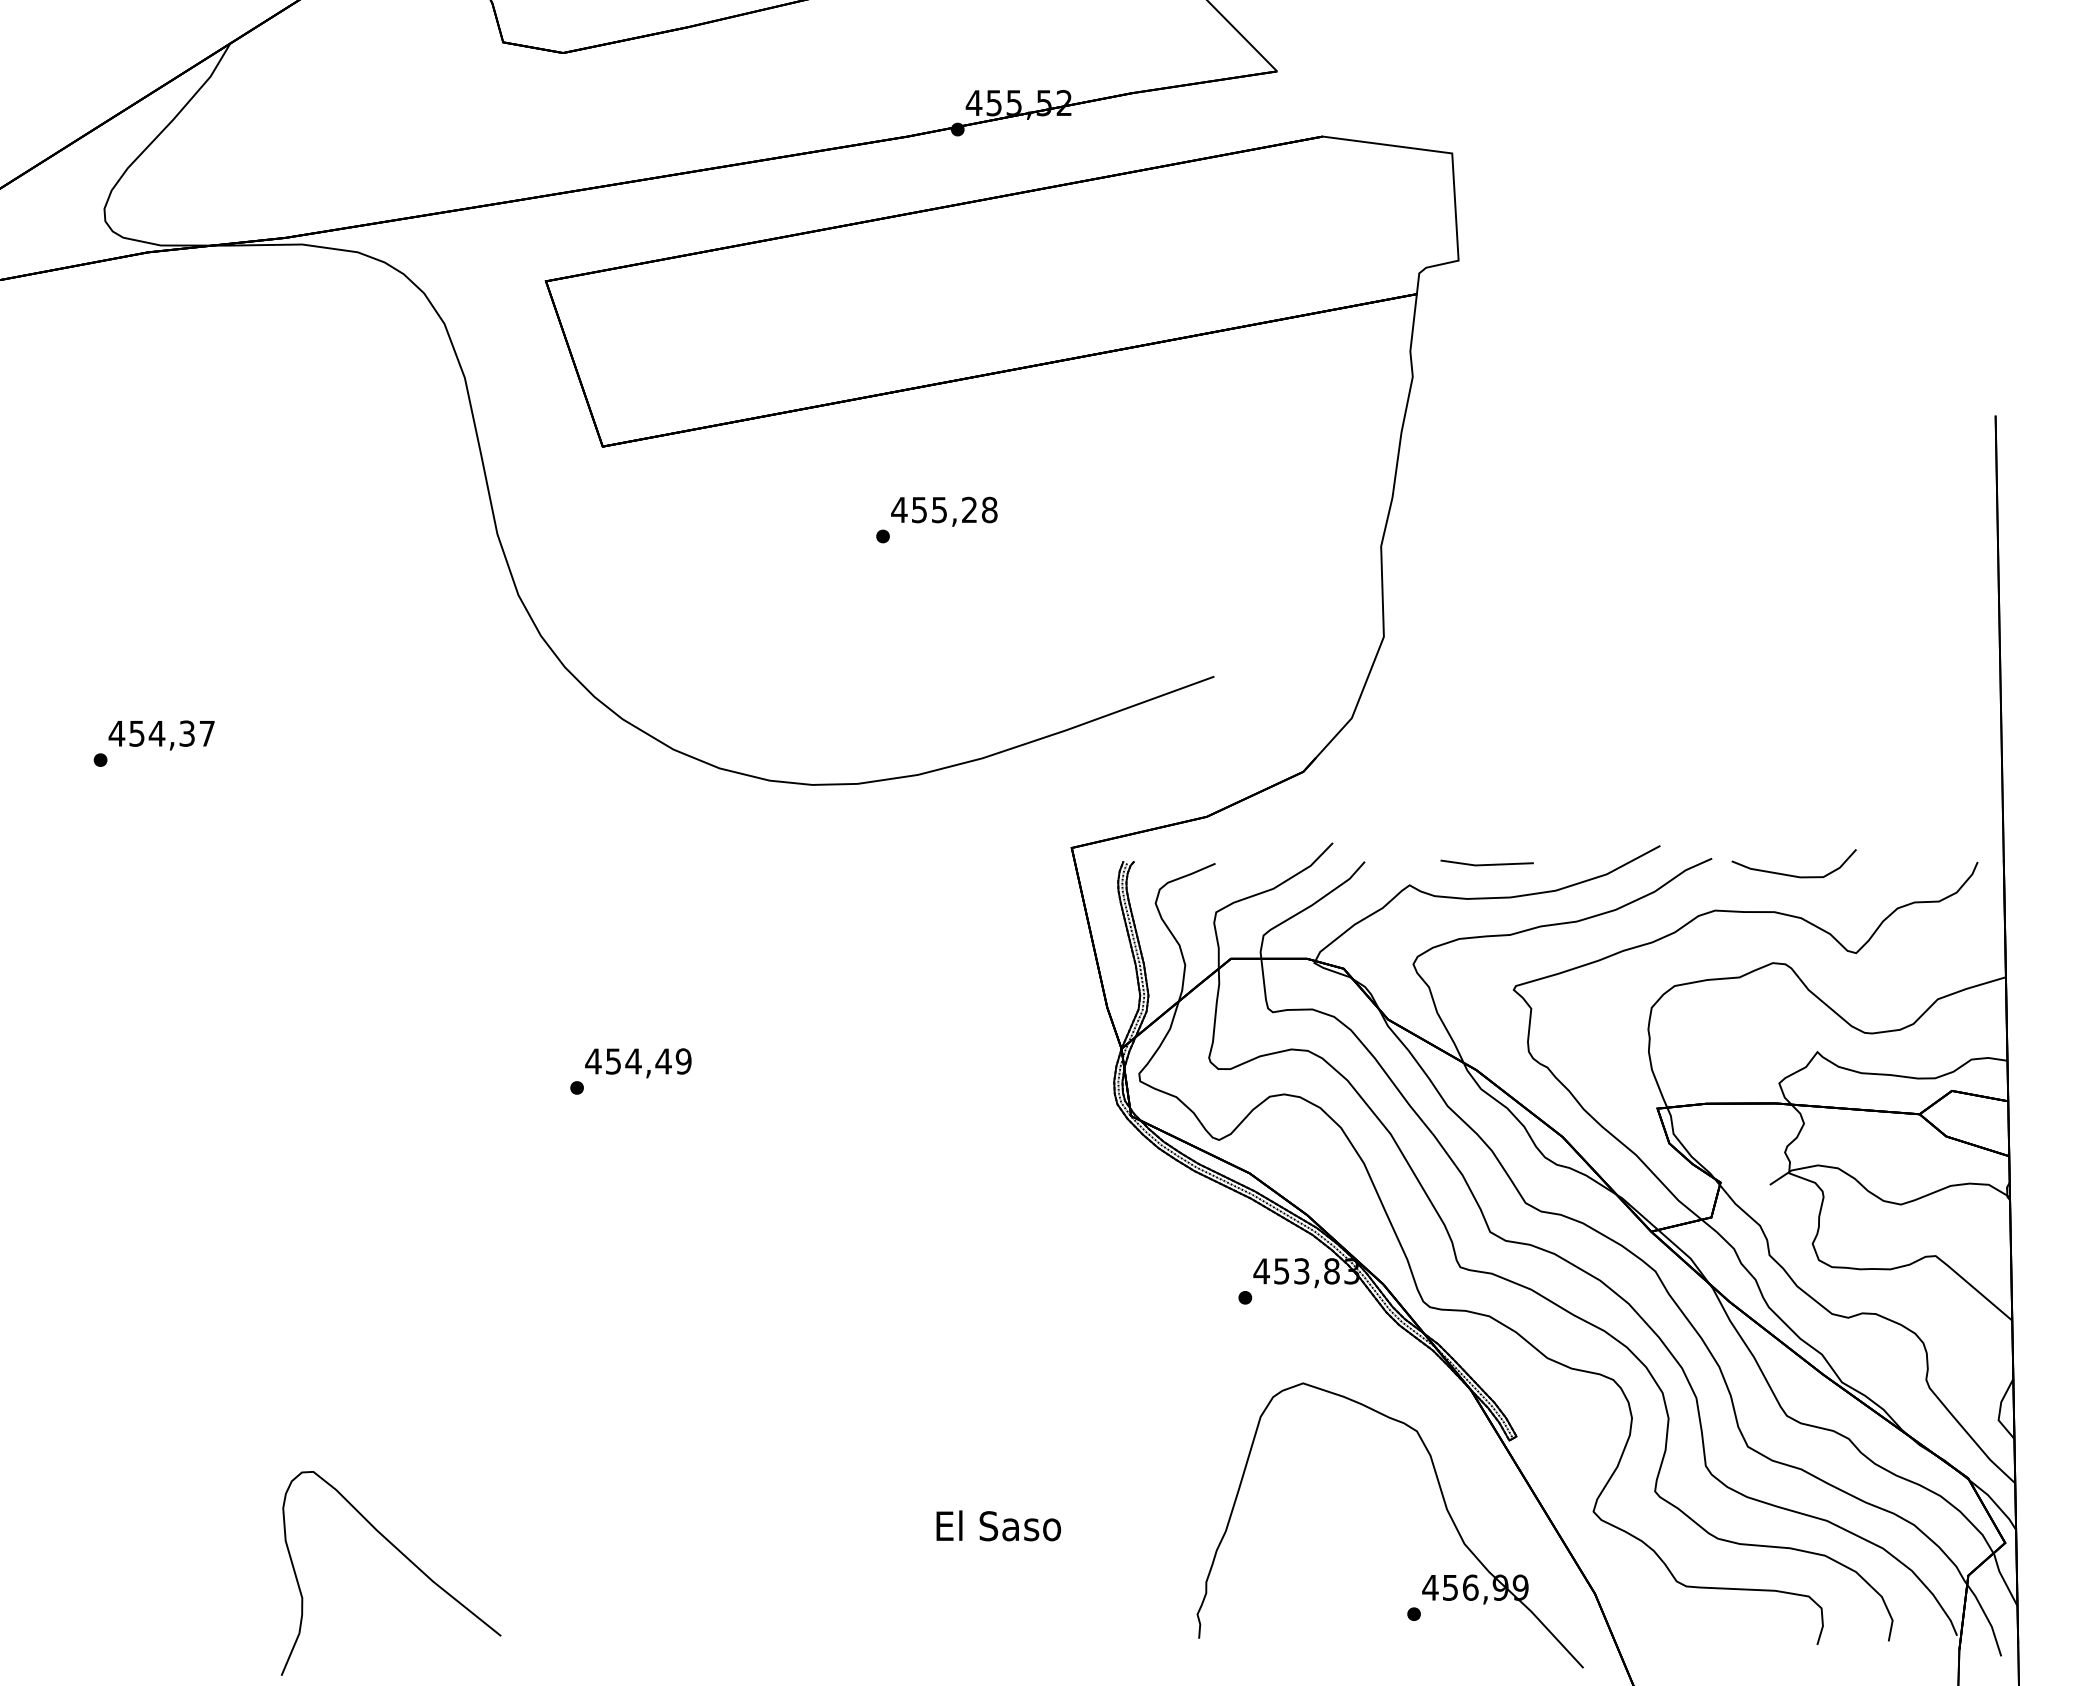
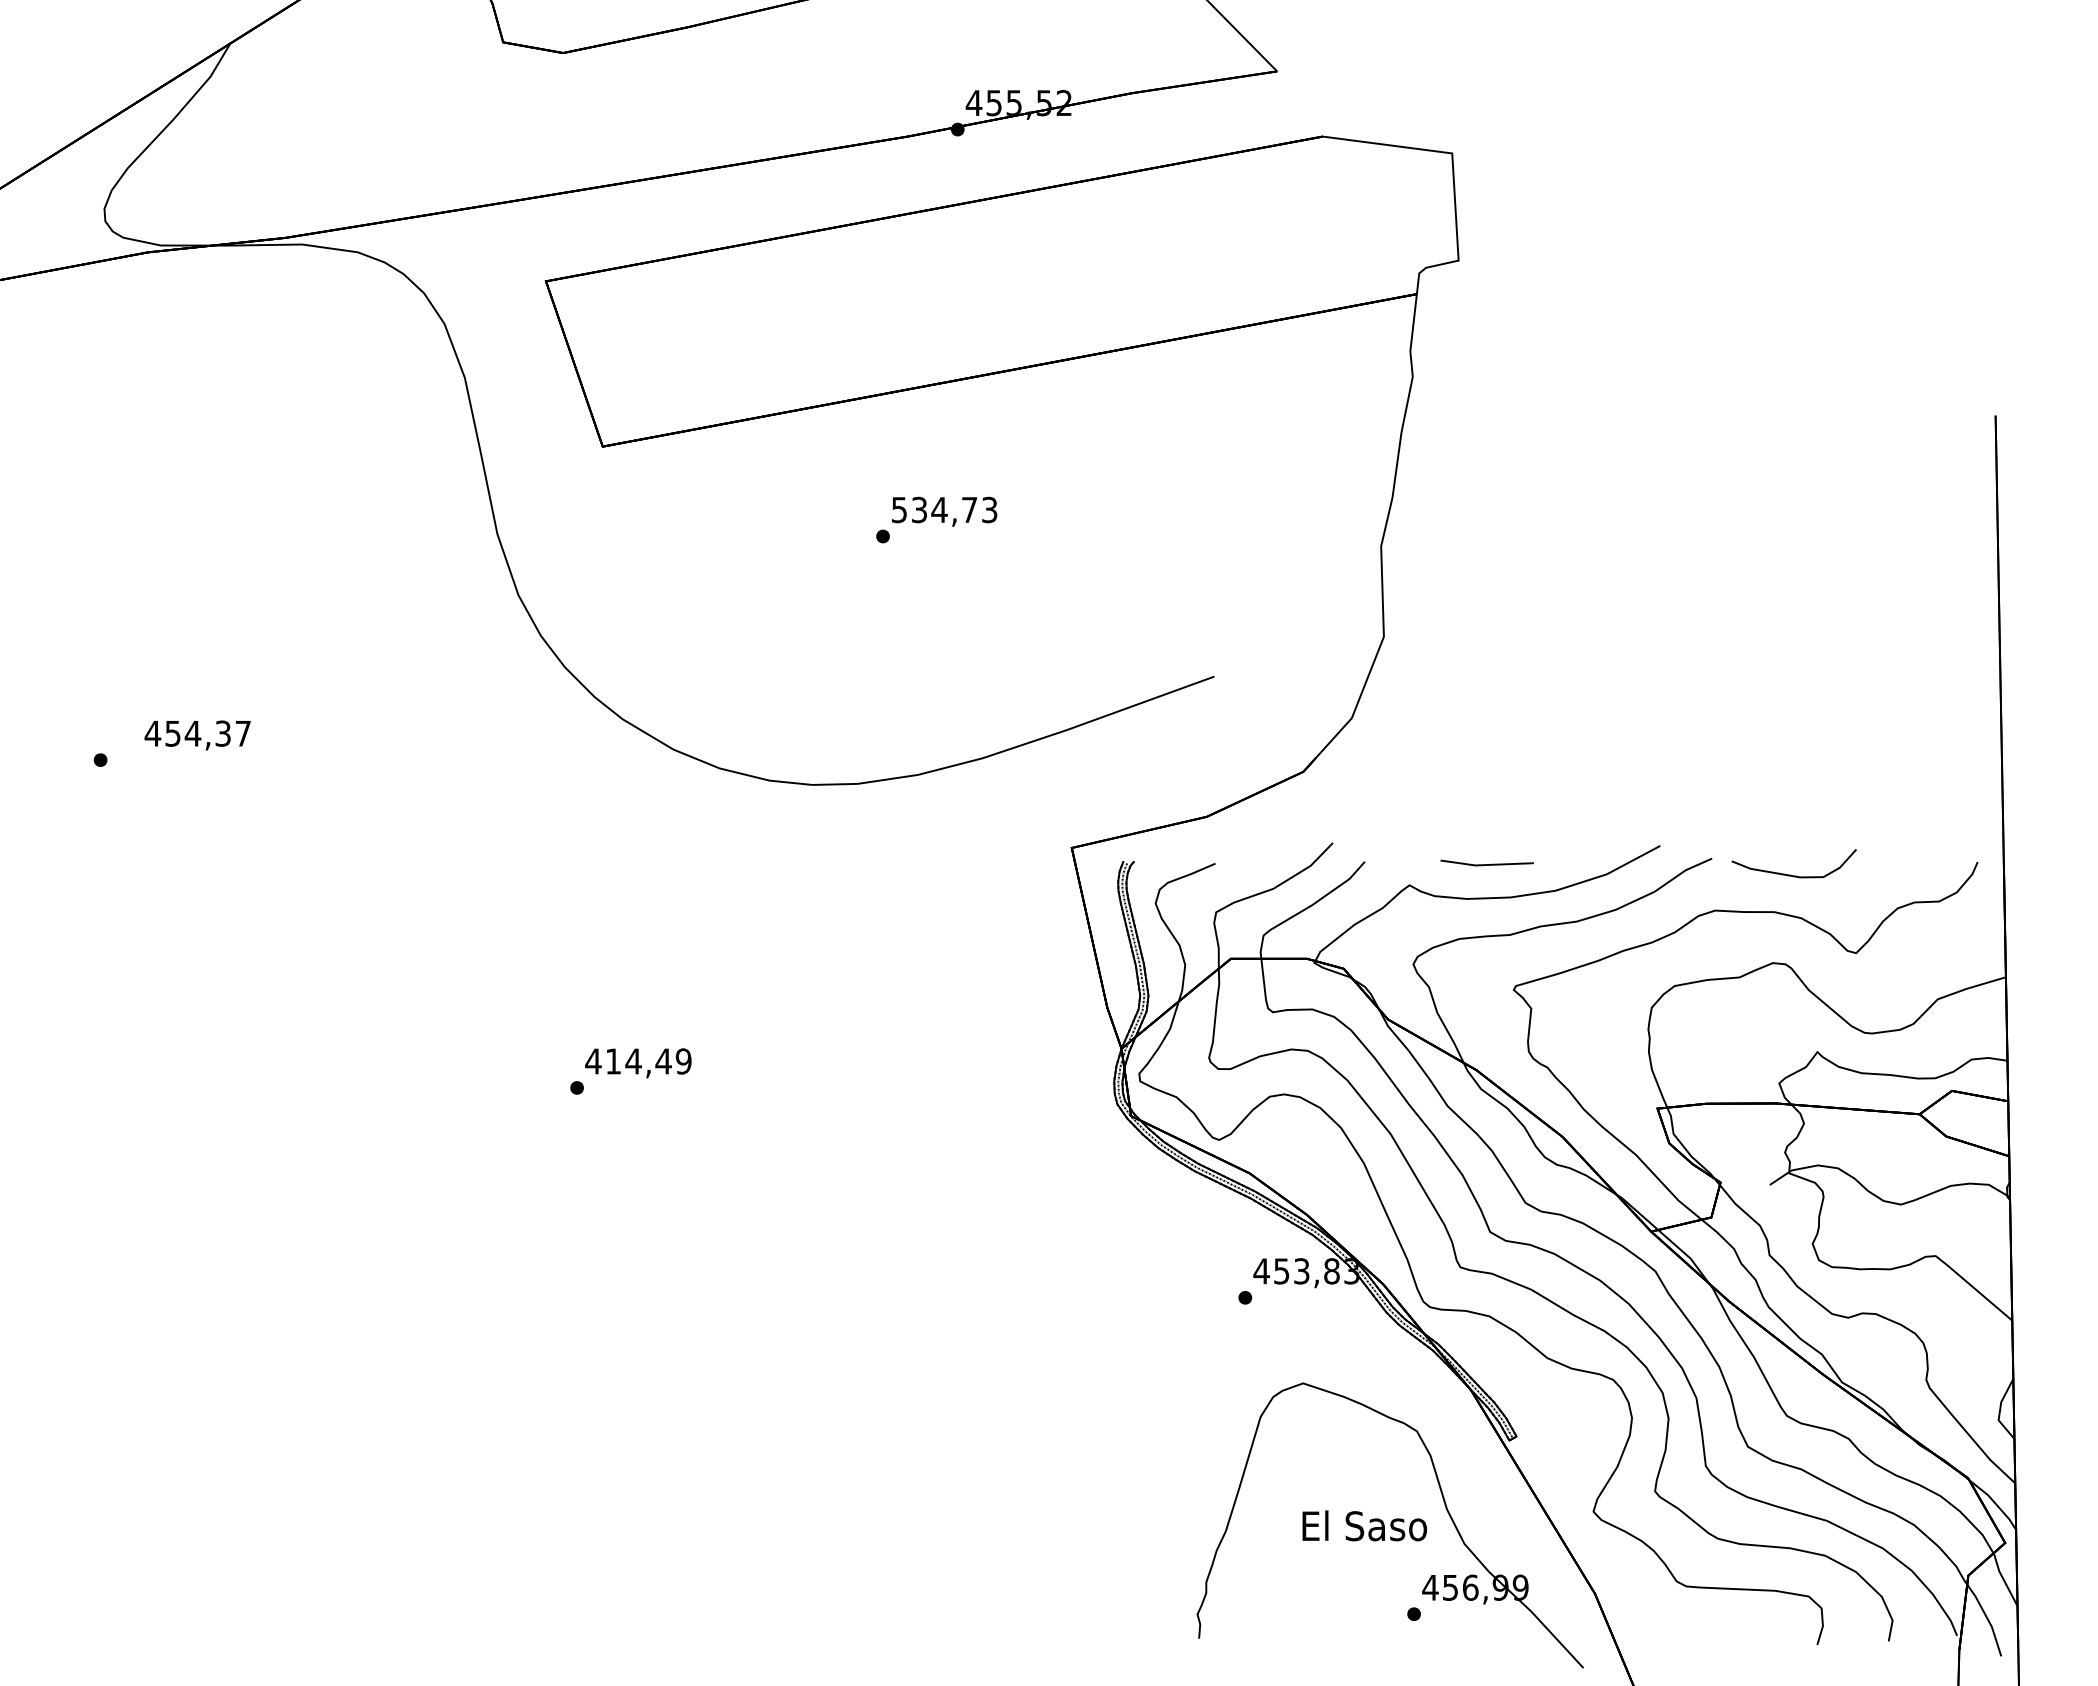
text at (944, 509): 455,28 -> 534,73
text at (161, 735) position: (161, 735) -> (197, 735)
text at (613, 1061): 454,49 -> 414,49
text at (998, 1525) position: (998, 1525) -> (1364, 1525)
curve at (405, 1557): present -> none
